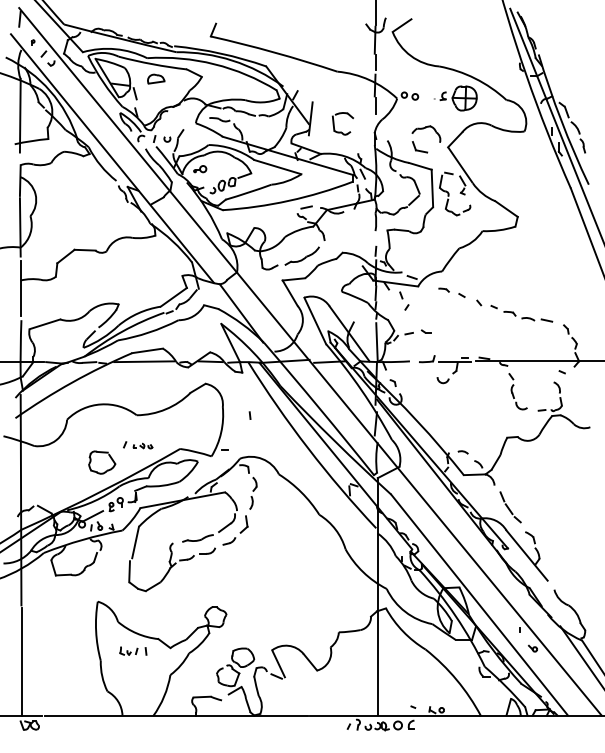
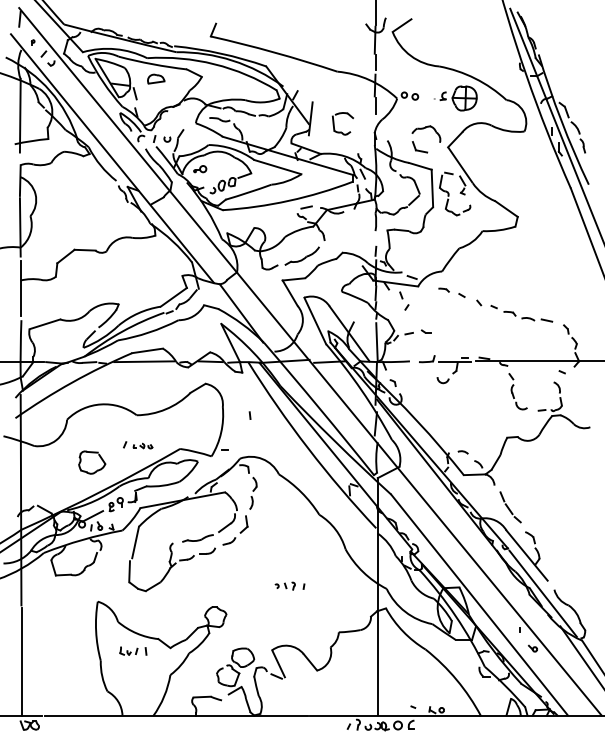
part at (102, 462) position: (102, 462) -> (92, 462)
part at (289, 585): none -> present
line at (542, 593): none -> present
